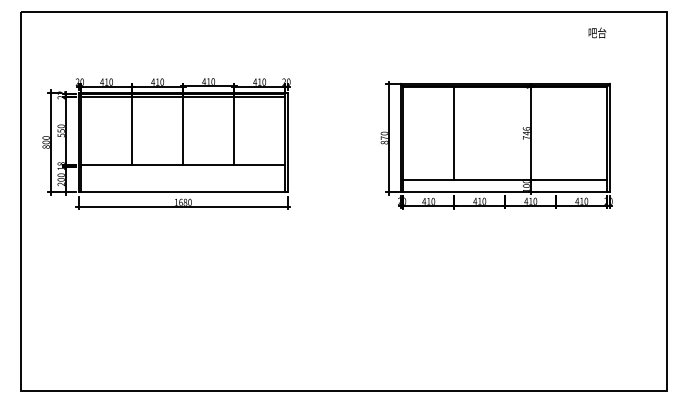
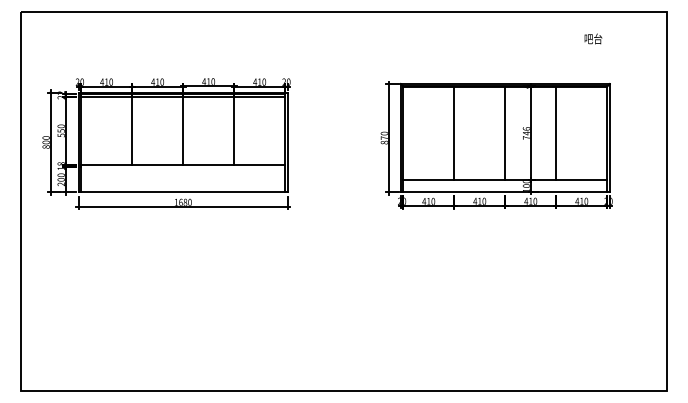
text at (597, 32) position: (597, 32) -> (593, 38)
line at (505, 132): none -> present
line at (556, 132): none -> present
